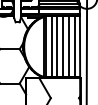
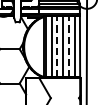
line at (57, 45): solid -> dashed
line at (68, 45): solid -> dashed
